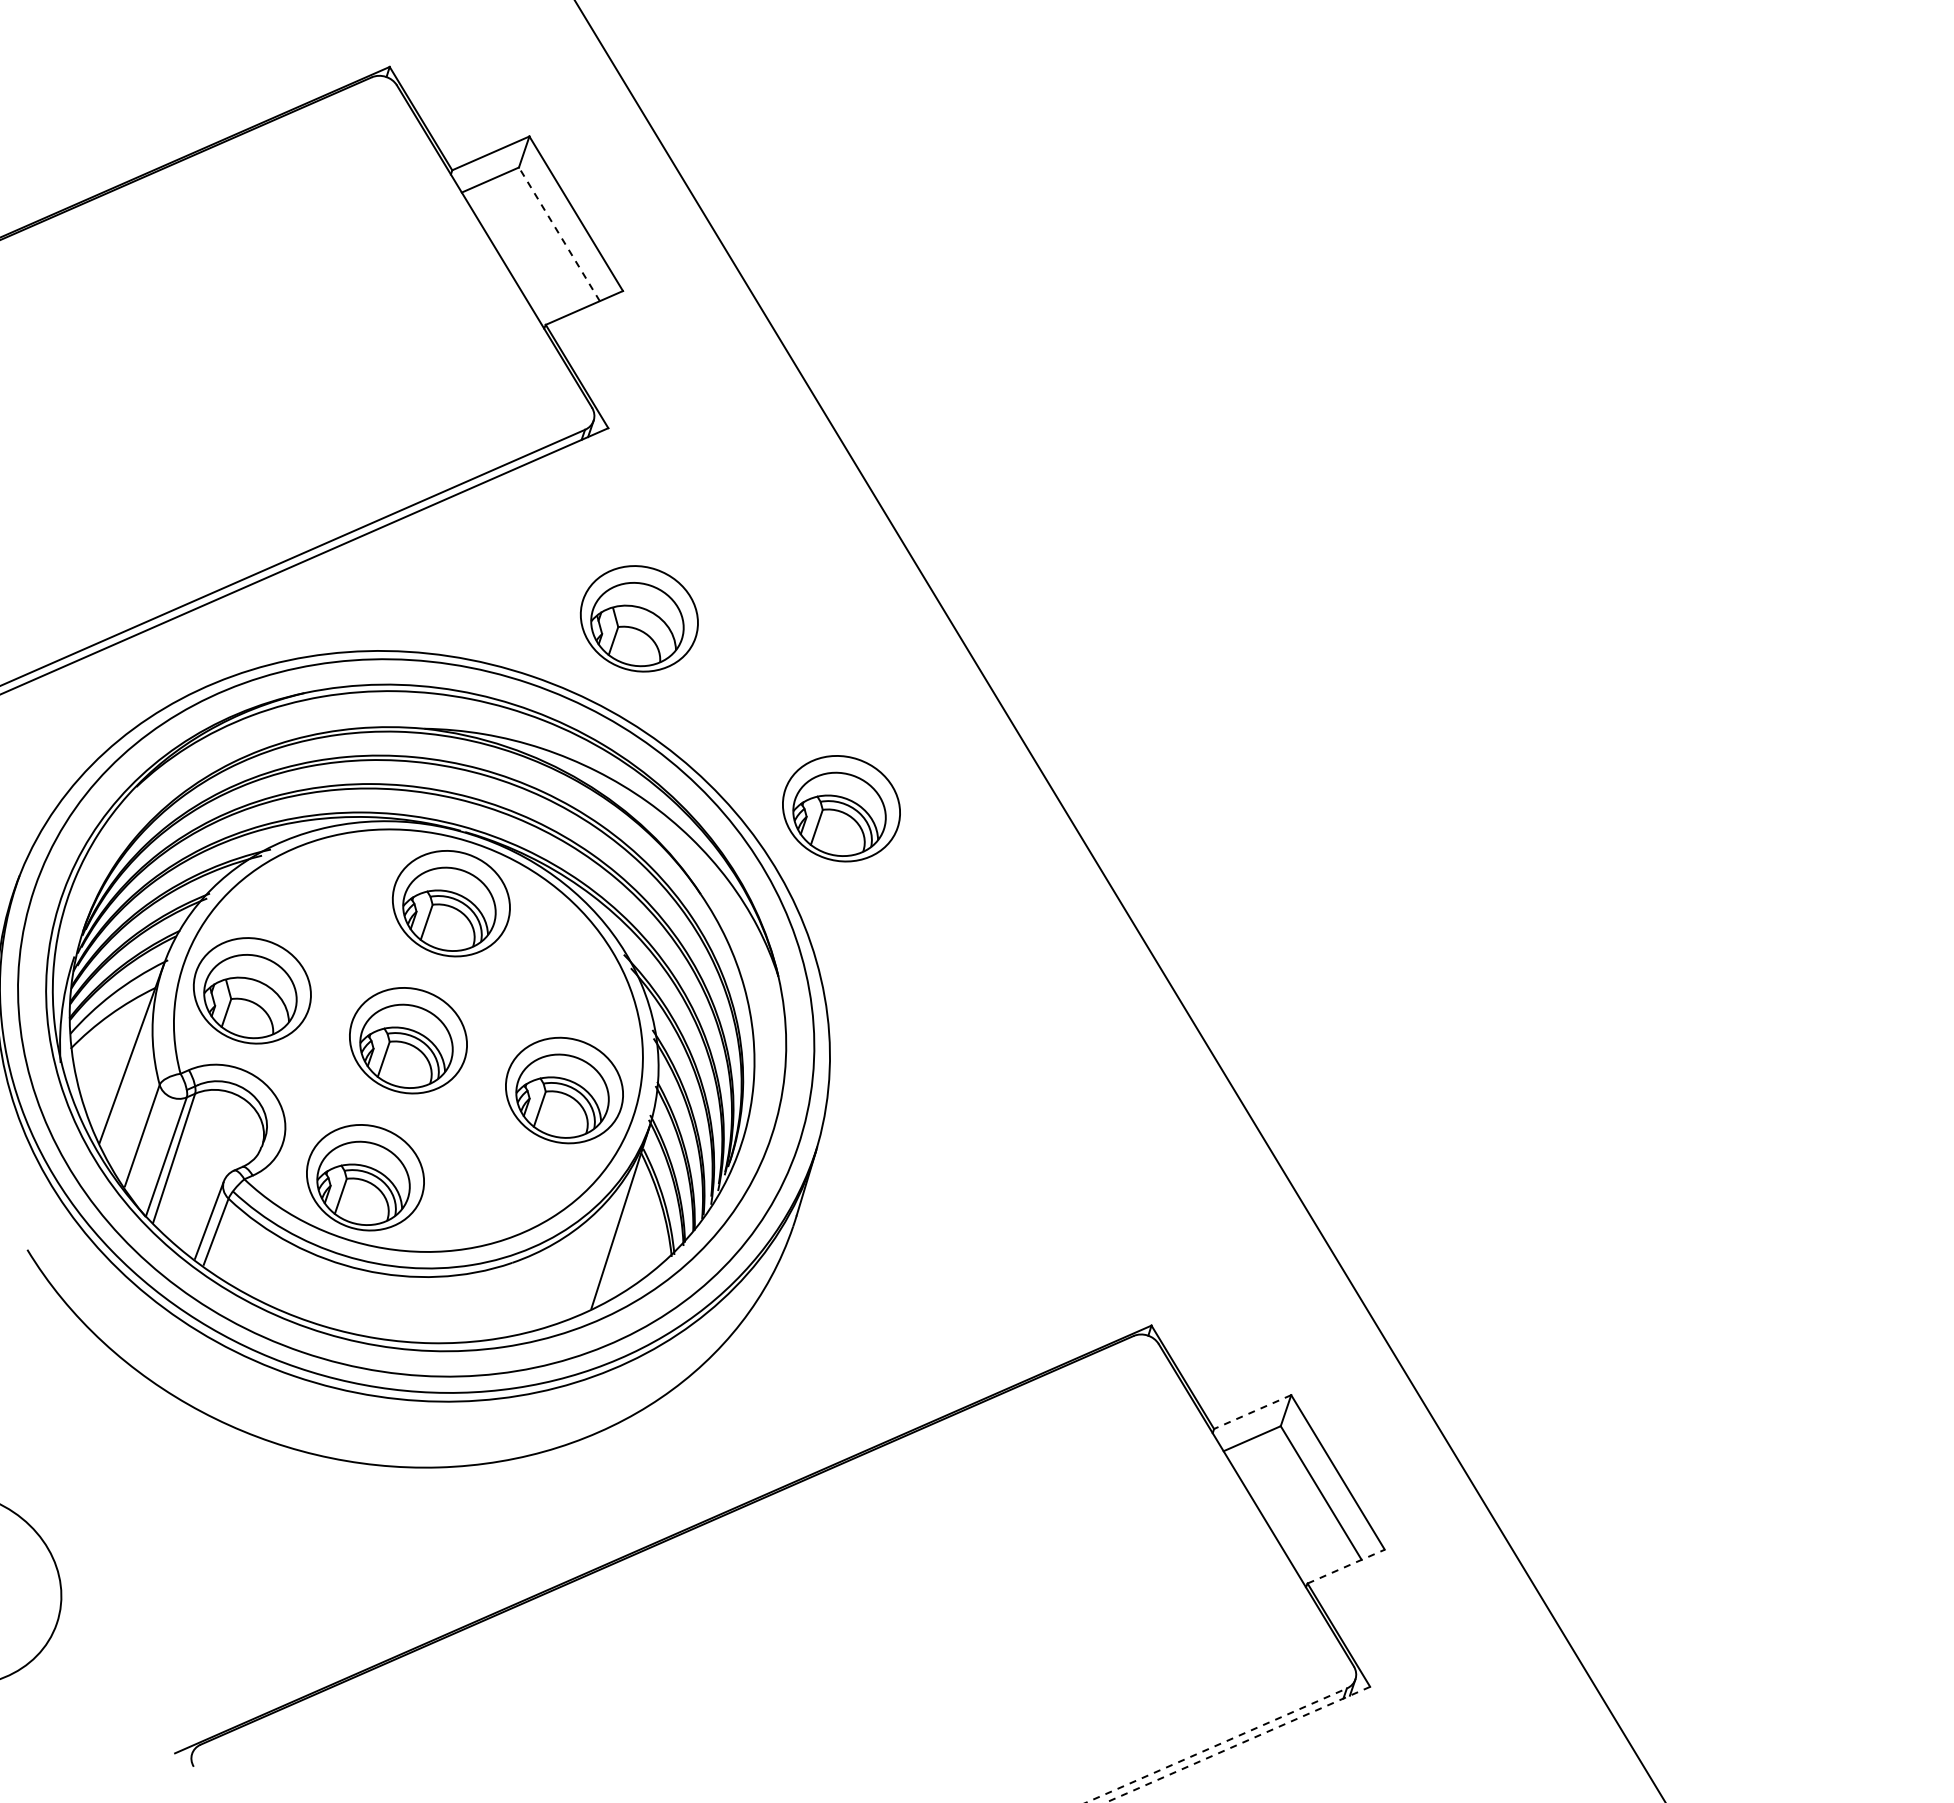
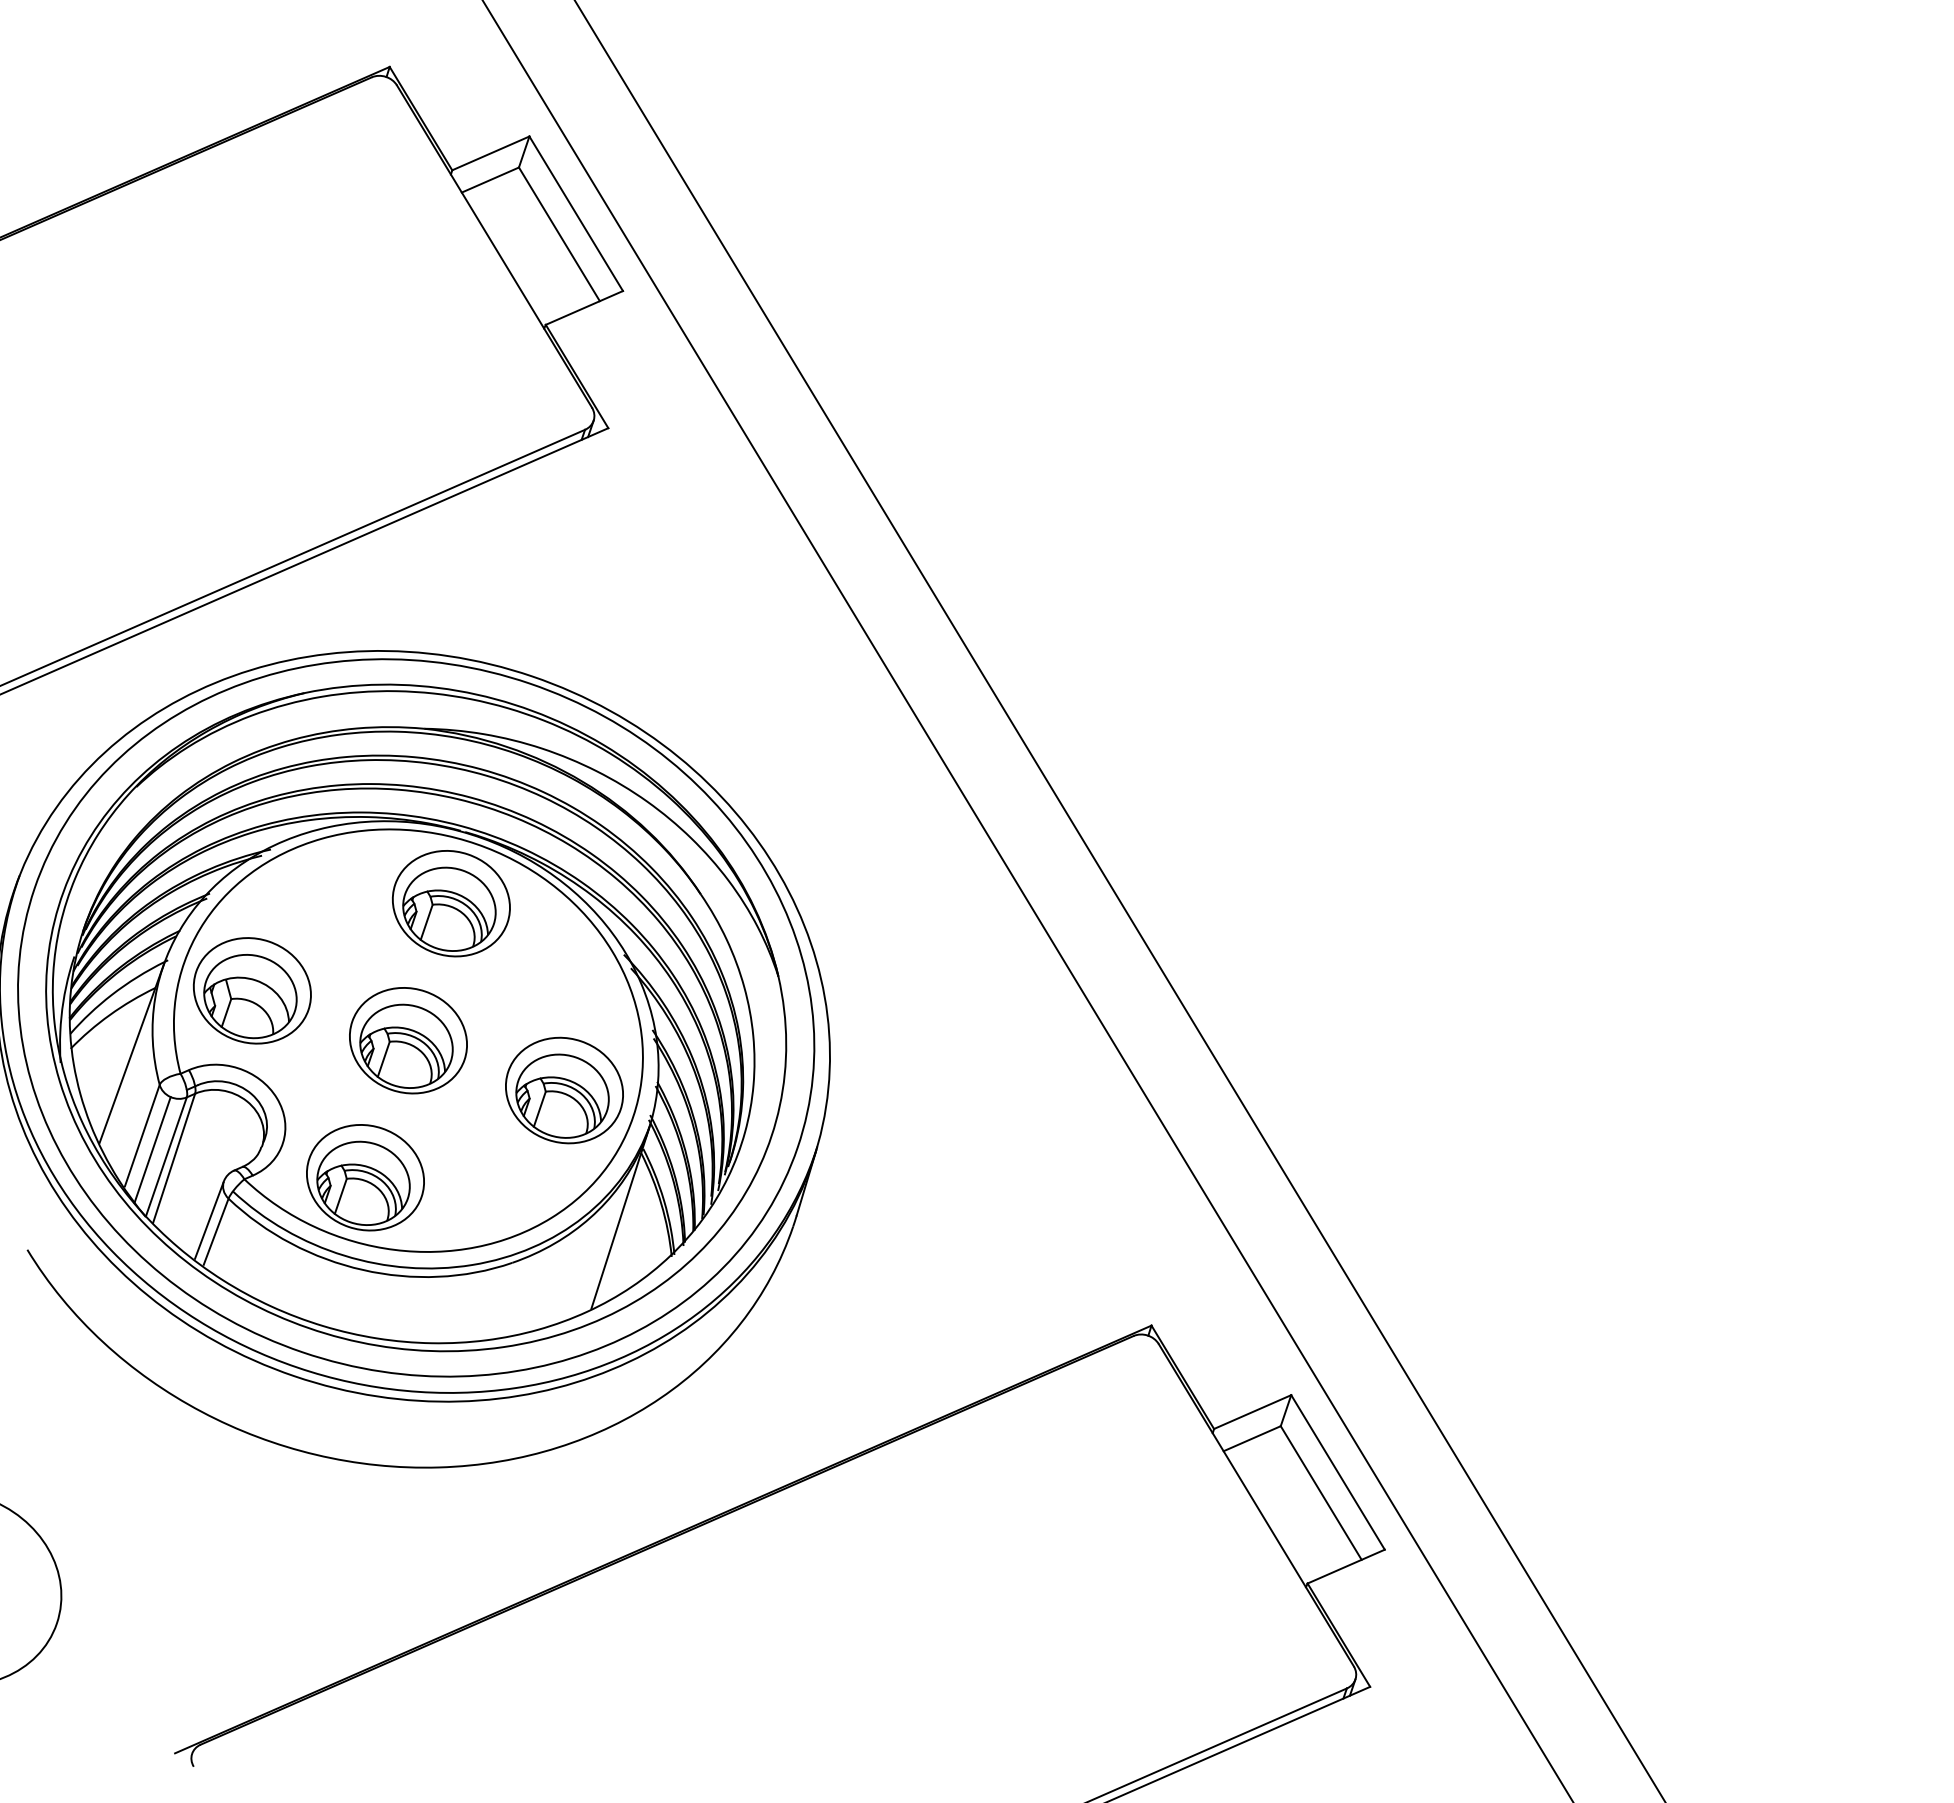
line at (559, 233): dashed -> solid
part at (638, 618): present -> none
part at (841, 808): present -> none
line at (1027, 900): none -> present
line at (152, 1149): none -> present
line at (1252, 1412): dashed -> solid
line at (1346, 1566): dashed -> solid
line at (1237, 1744): dashed -> solid
line at (1216, 1745): dashed -> solid
